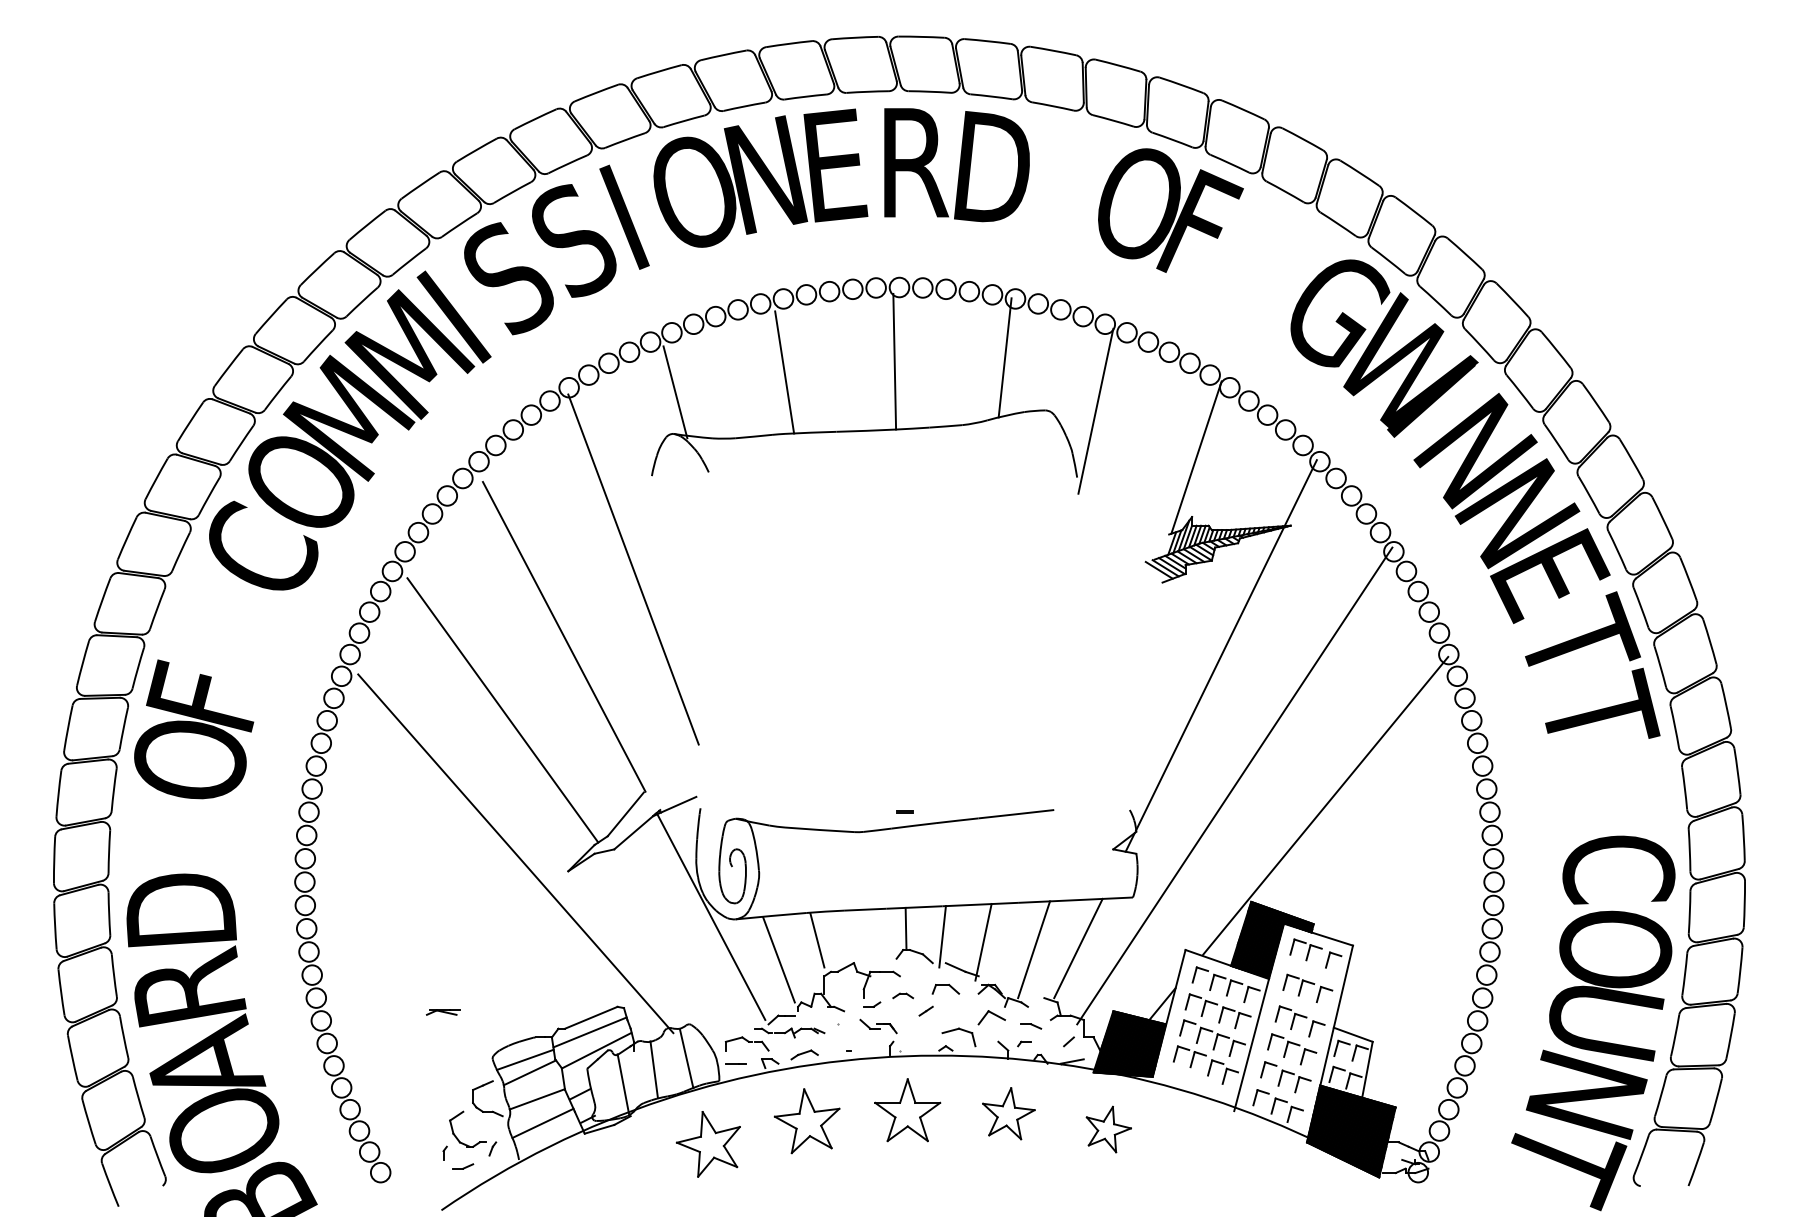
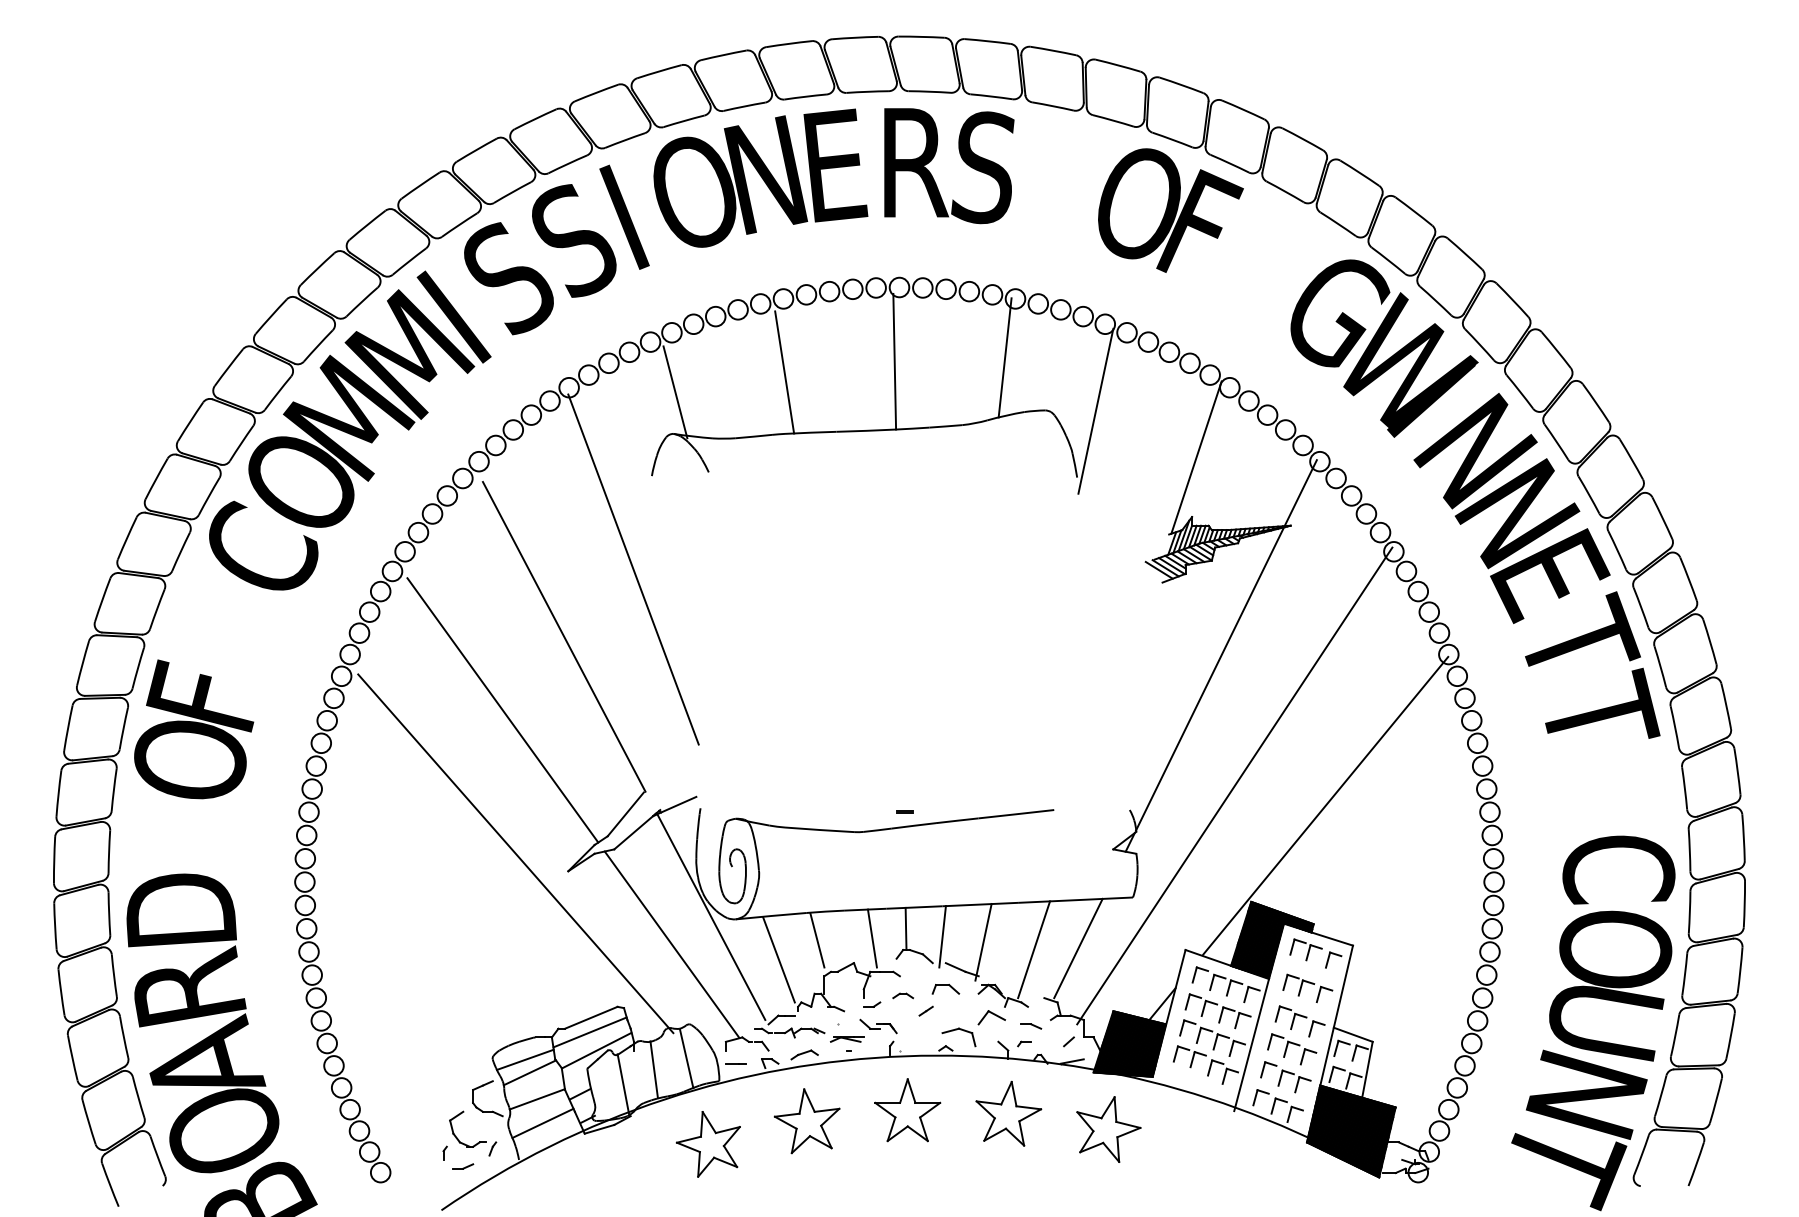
text at (990, 167): D -> S
line at (871, 938): none -> present
line at (671, 944): none -> present
part at (443, 1012) position: (443, 1012) -> (847, 1039)
part at (1008, 1113) size: 54x54 px -> 68x67 px
part at (1108, 1129) size: 47x49 px -> 66x67 px
